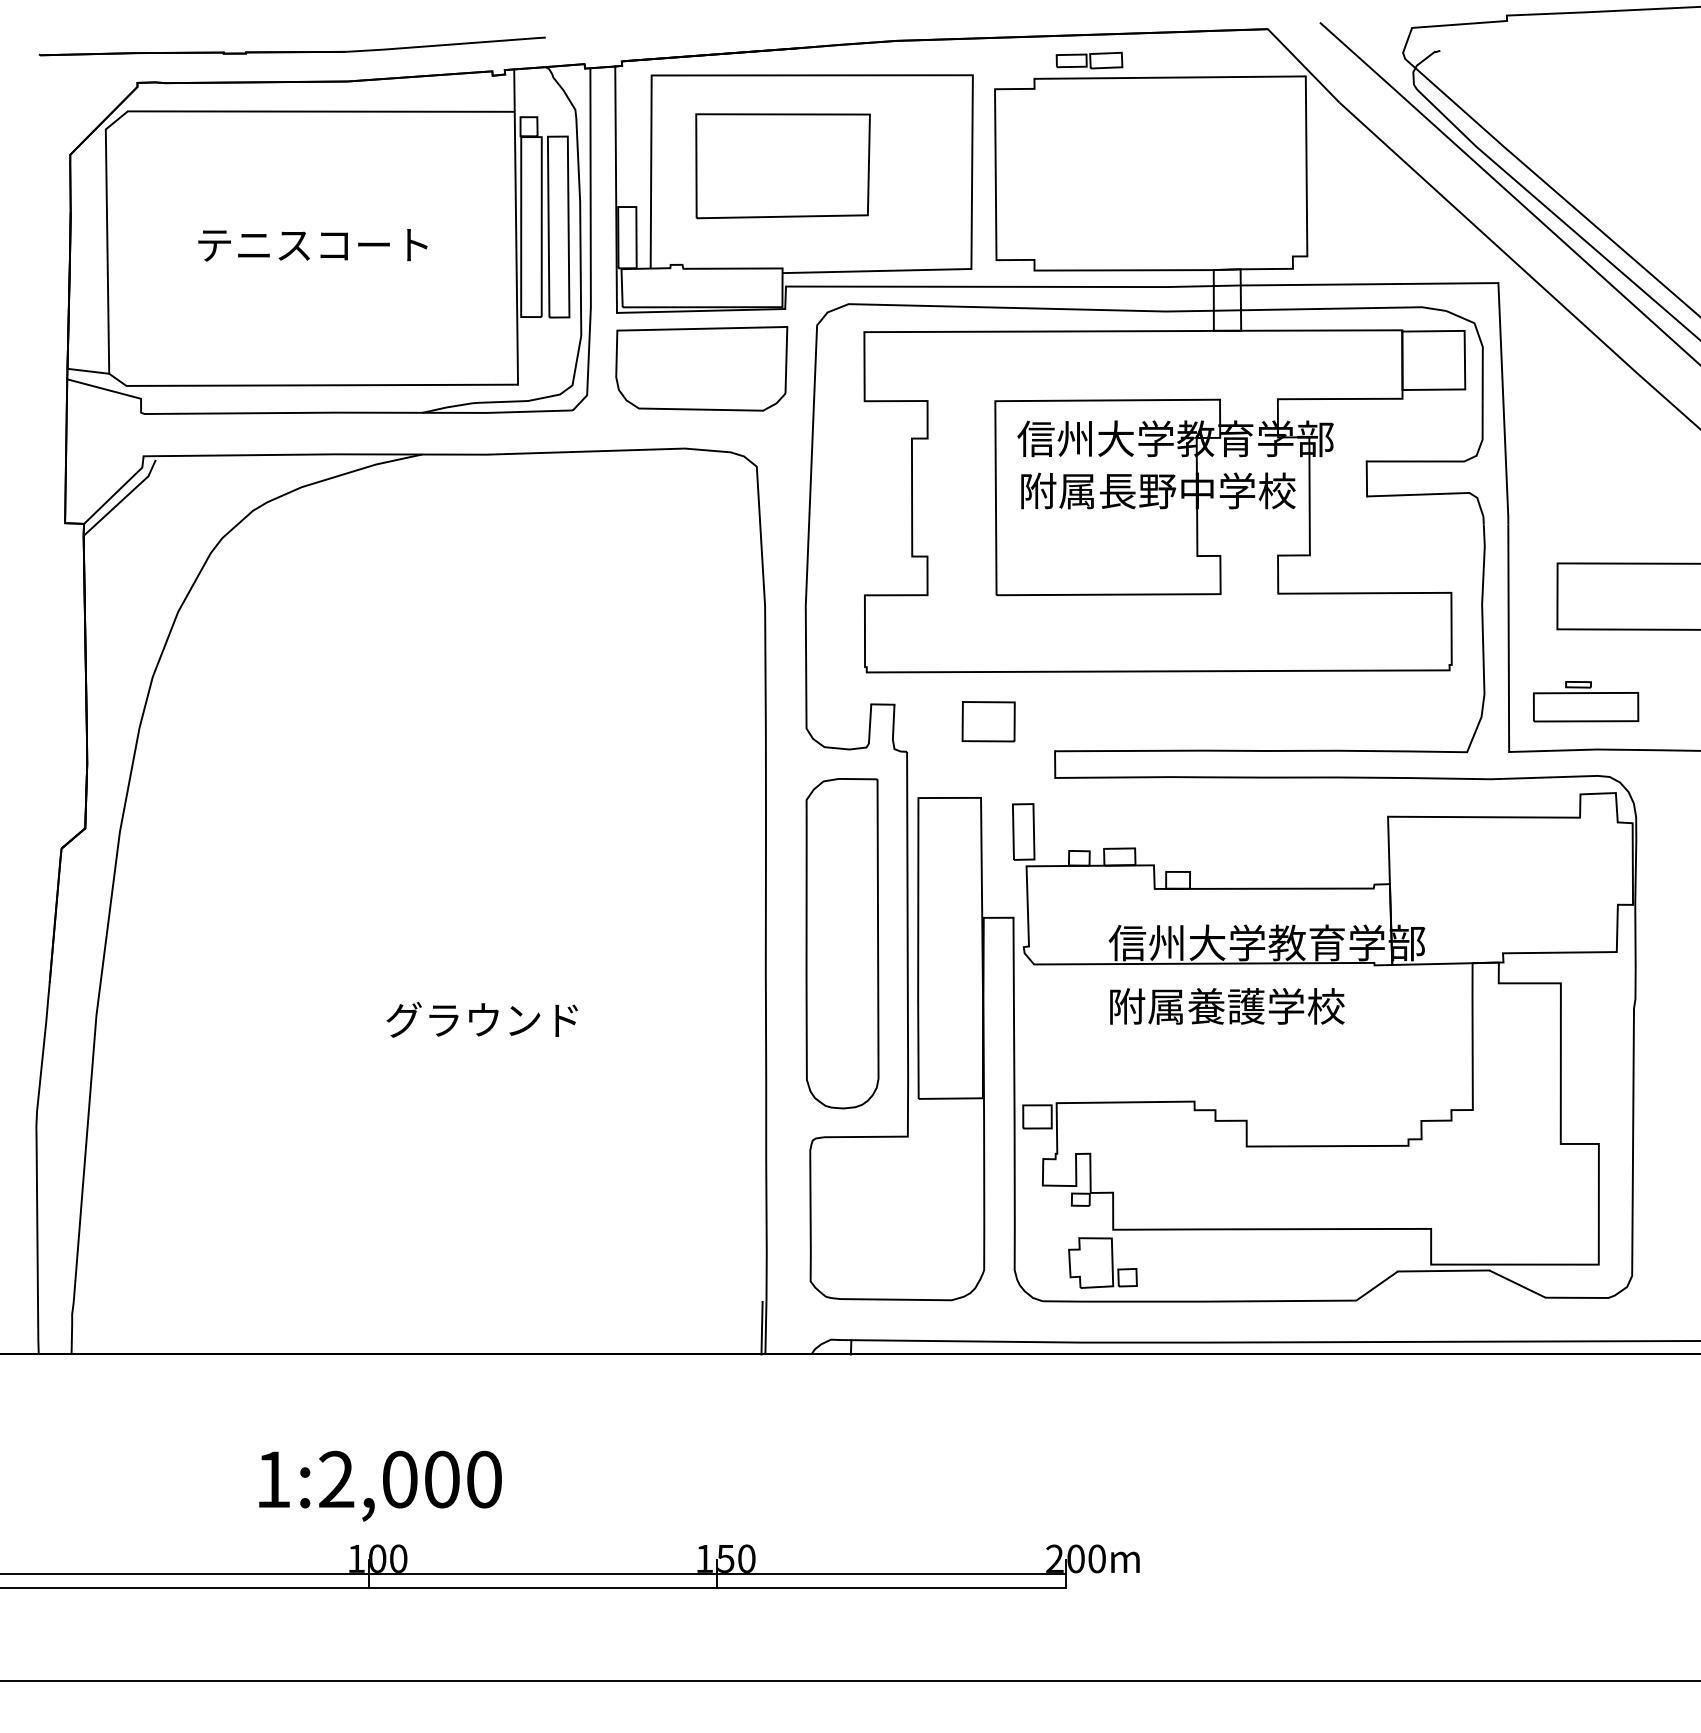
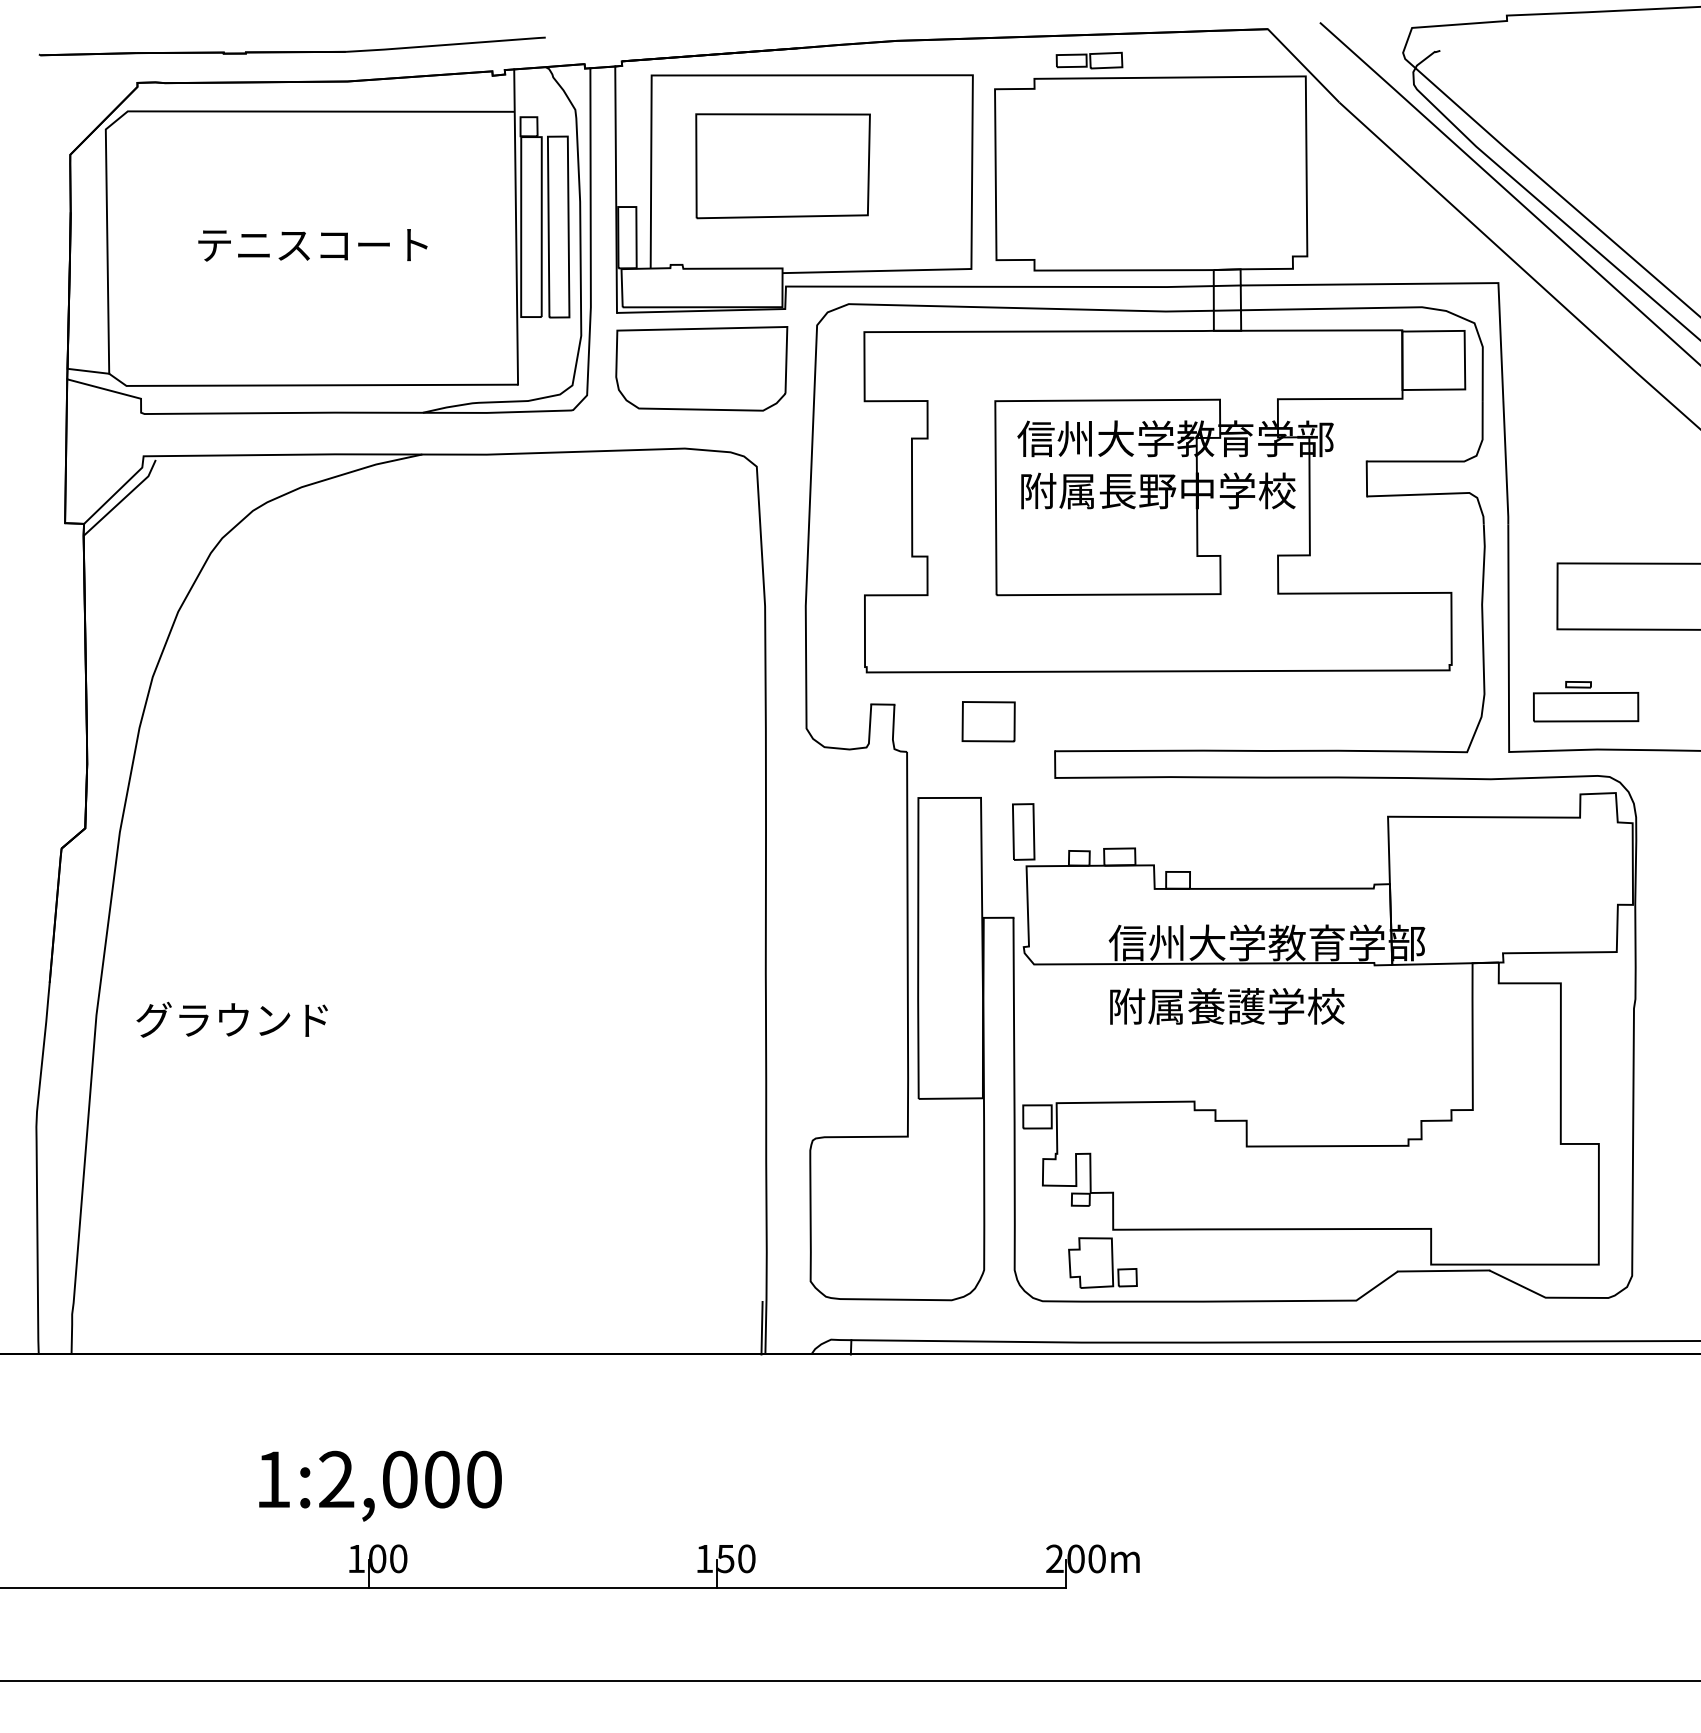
part at (842, 943): present -> none
text at (481, 1019) position: (481, 1019) -> (231, 1019)
line at (533, 1573): present -> none
